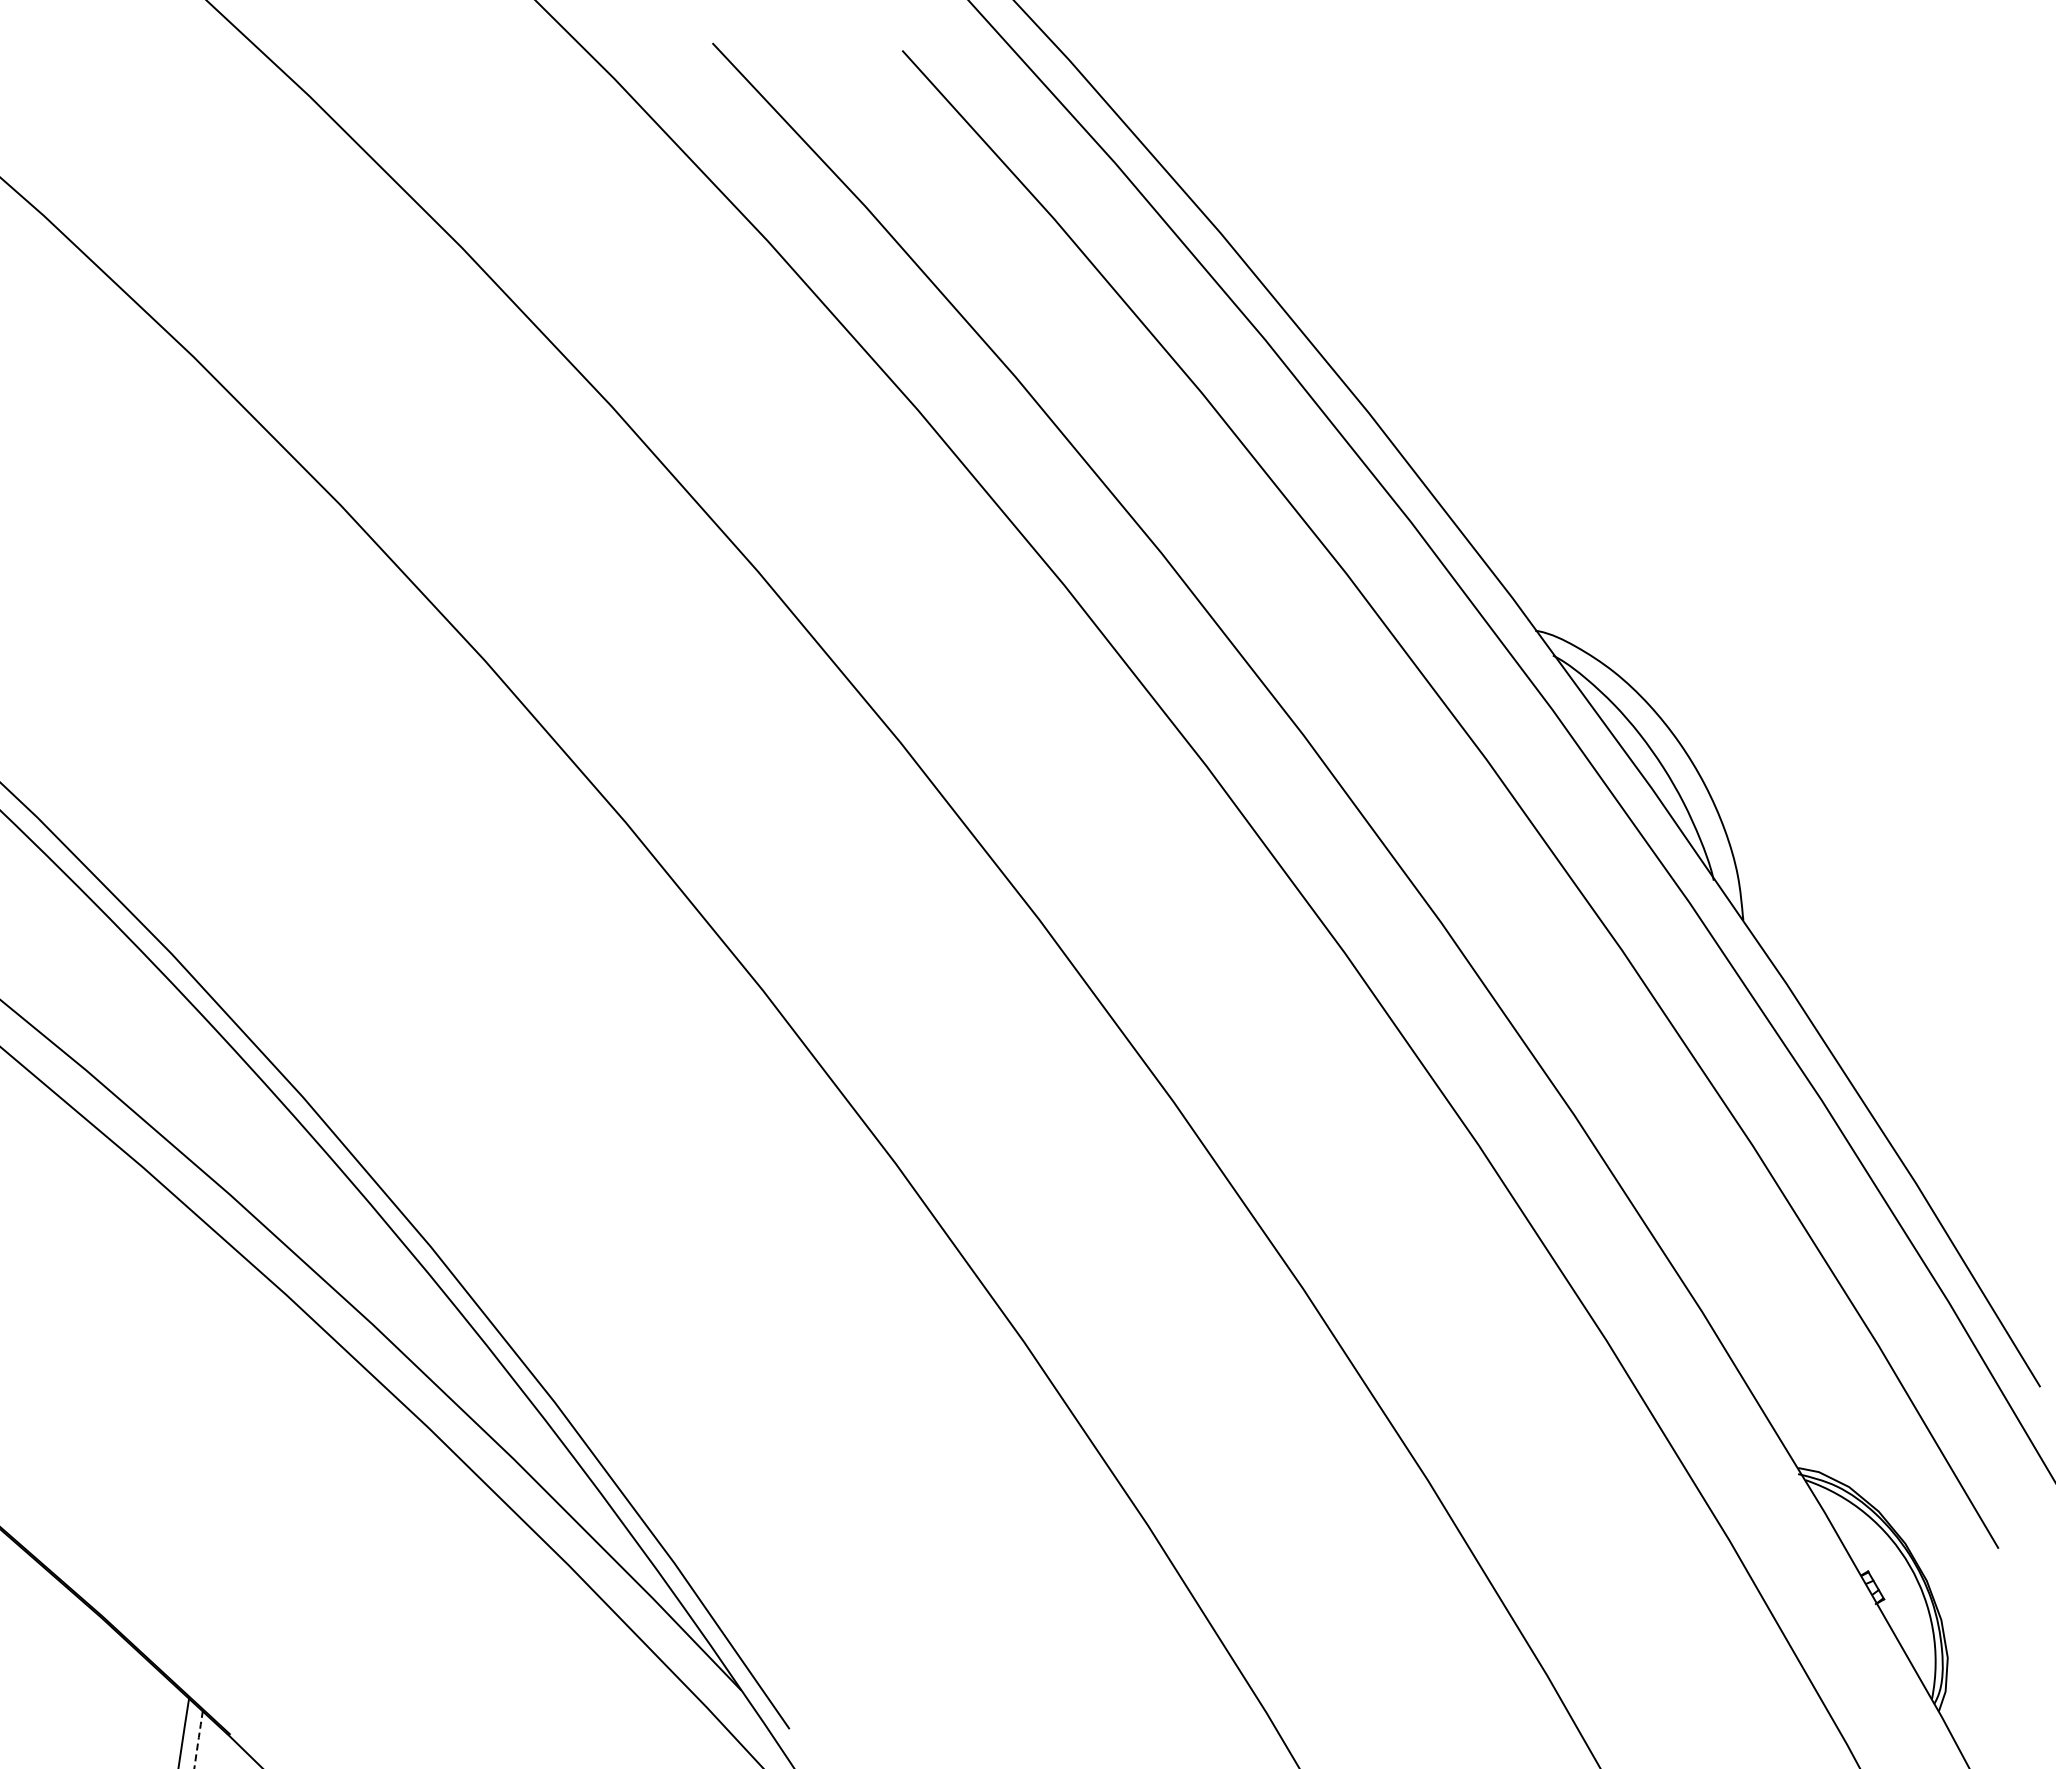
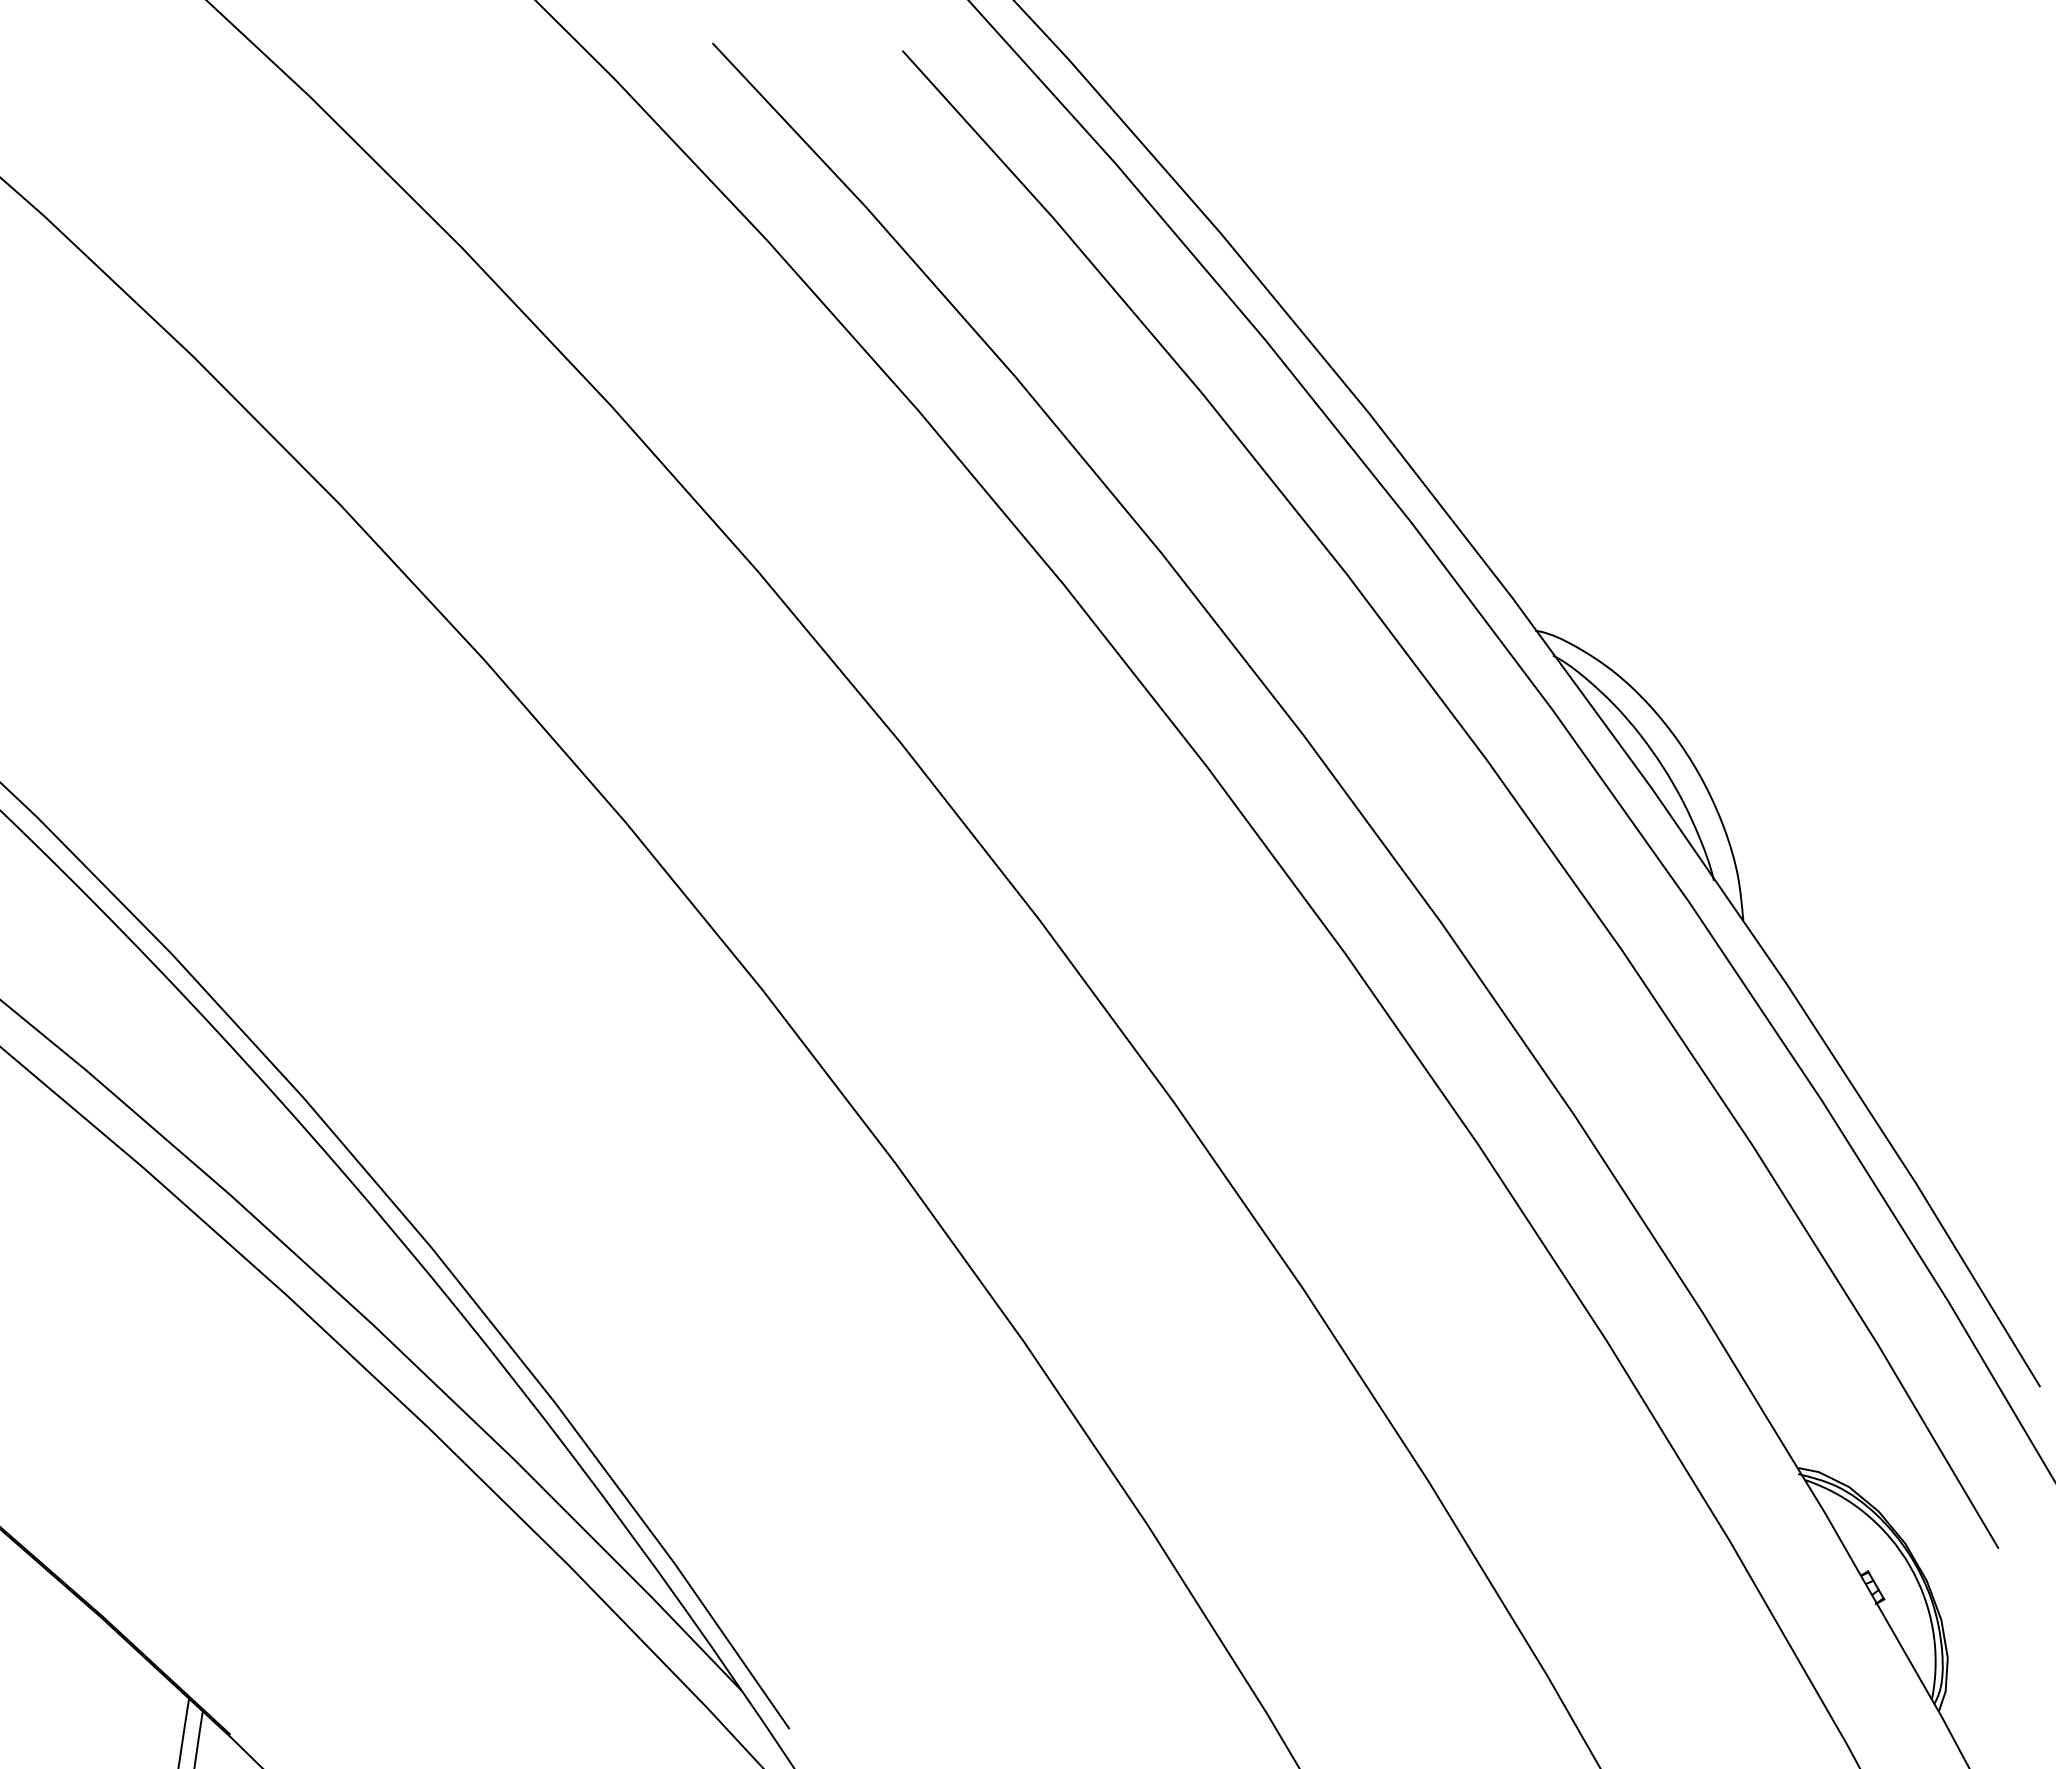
arc at (198, 1740): dashed -> solid
